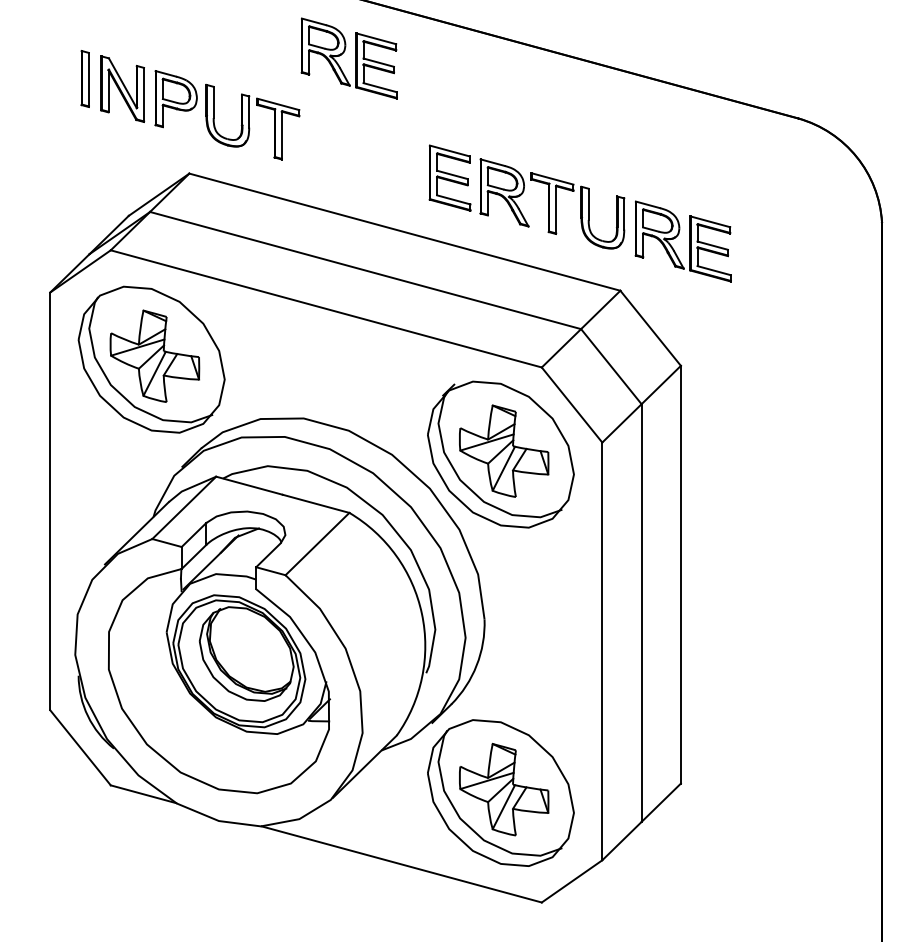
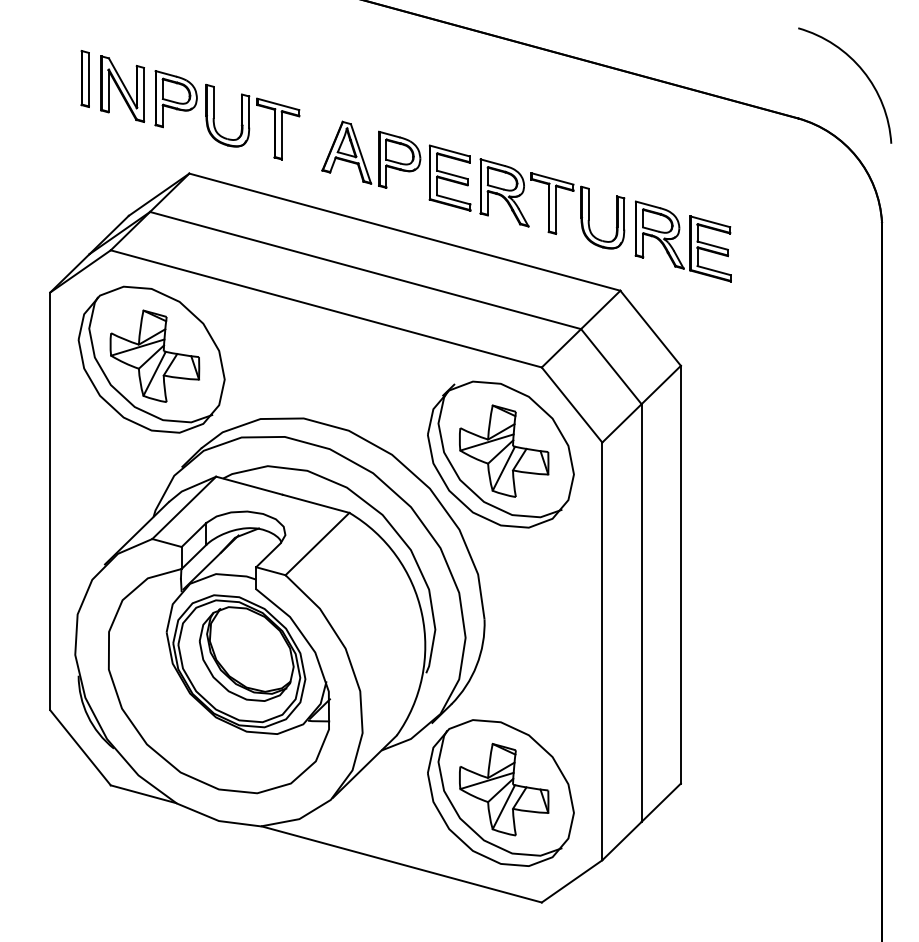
part at (355, 58): present -> none
arc at (863, 73): none -> present
part at (378, 154): none -> present
